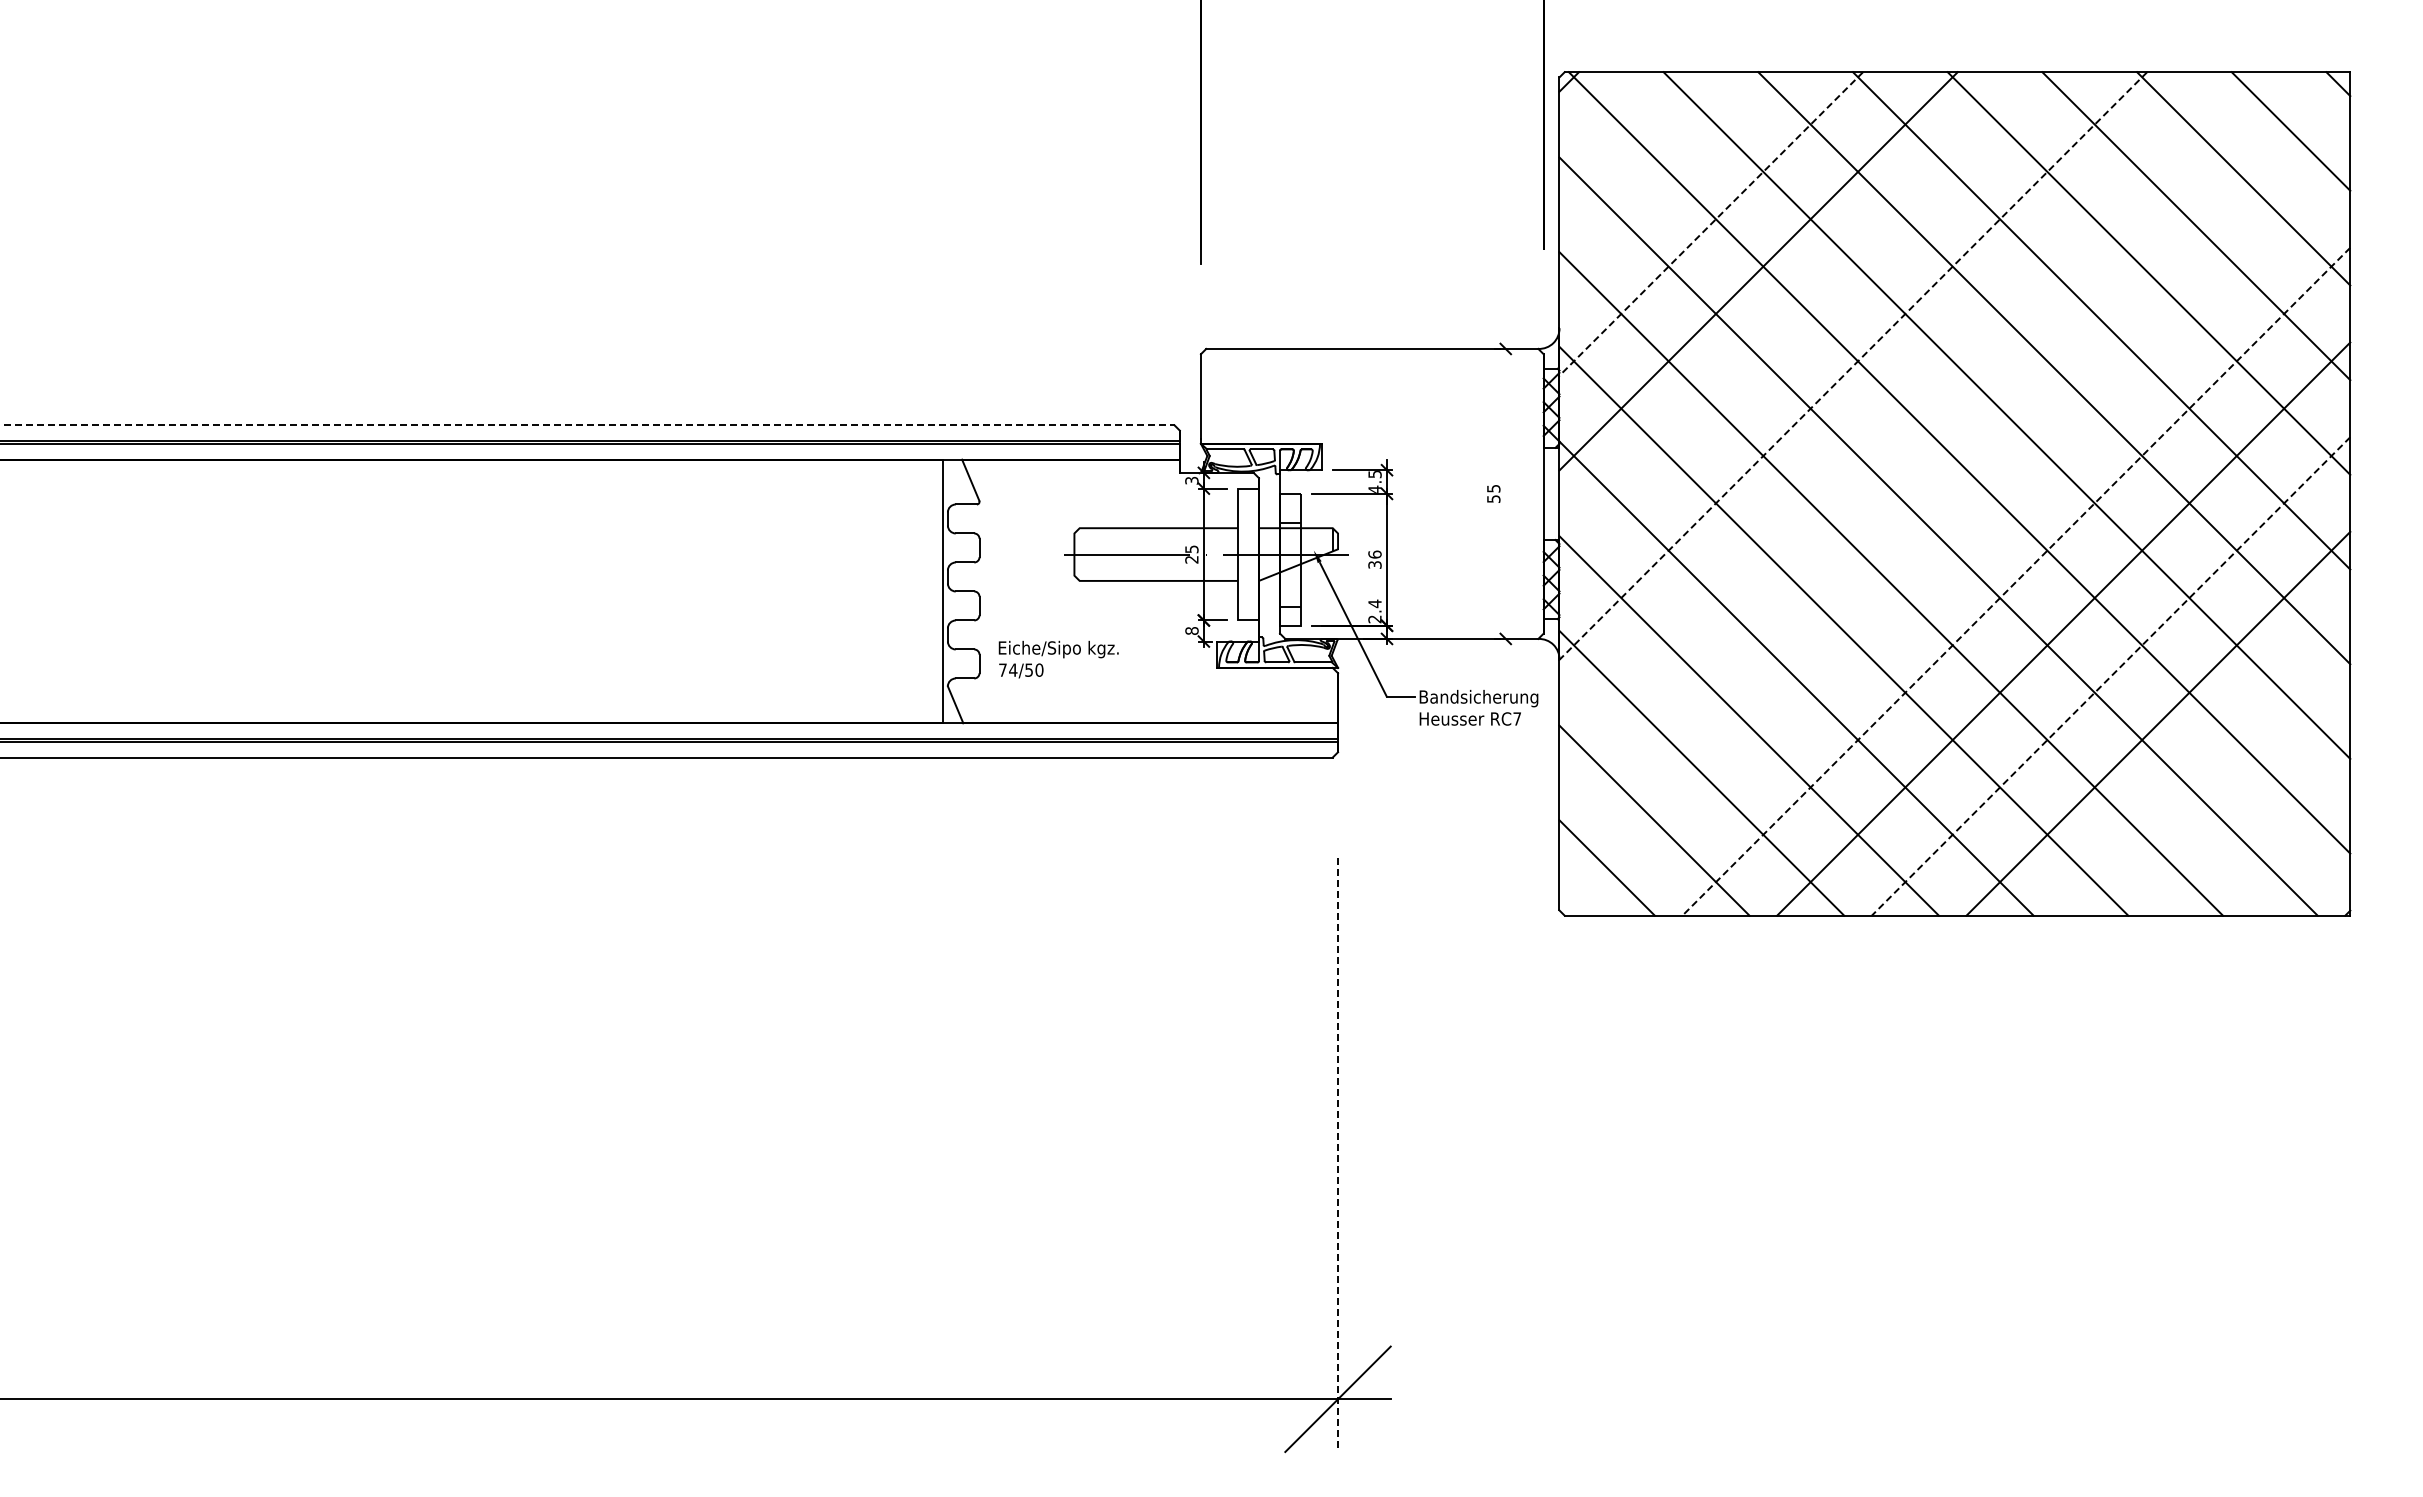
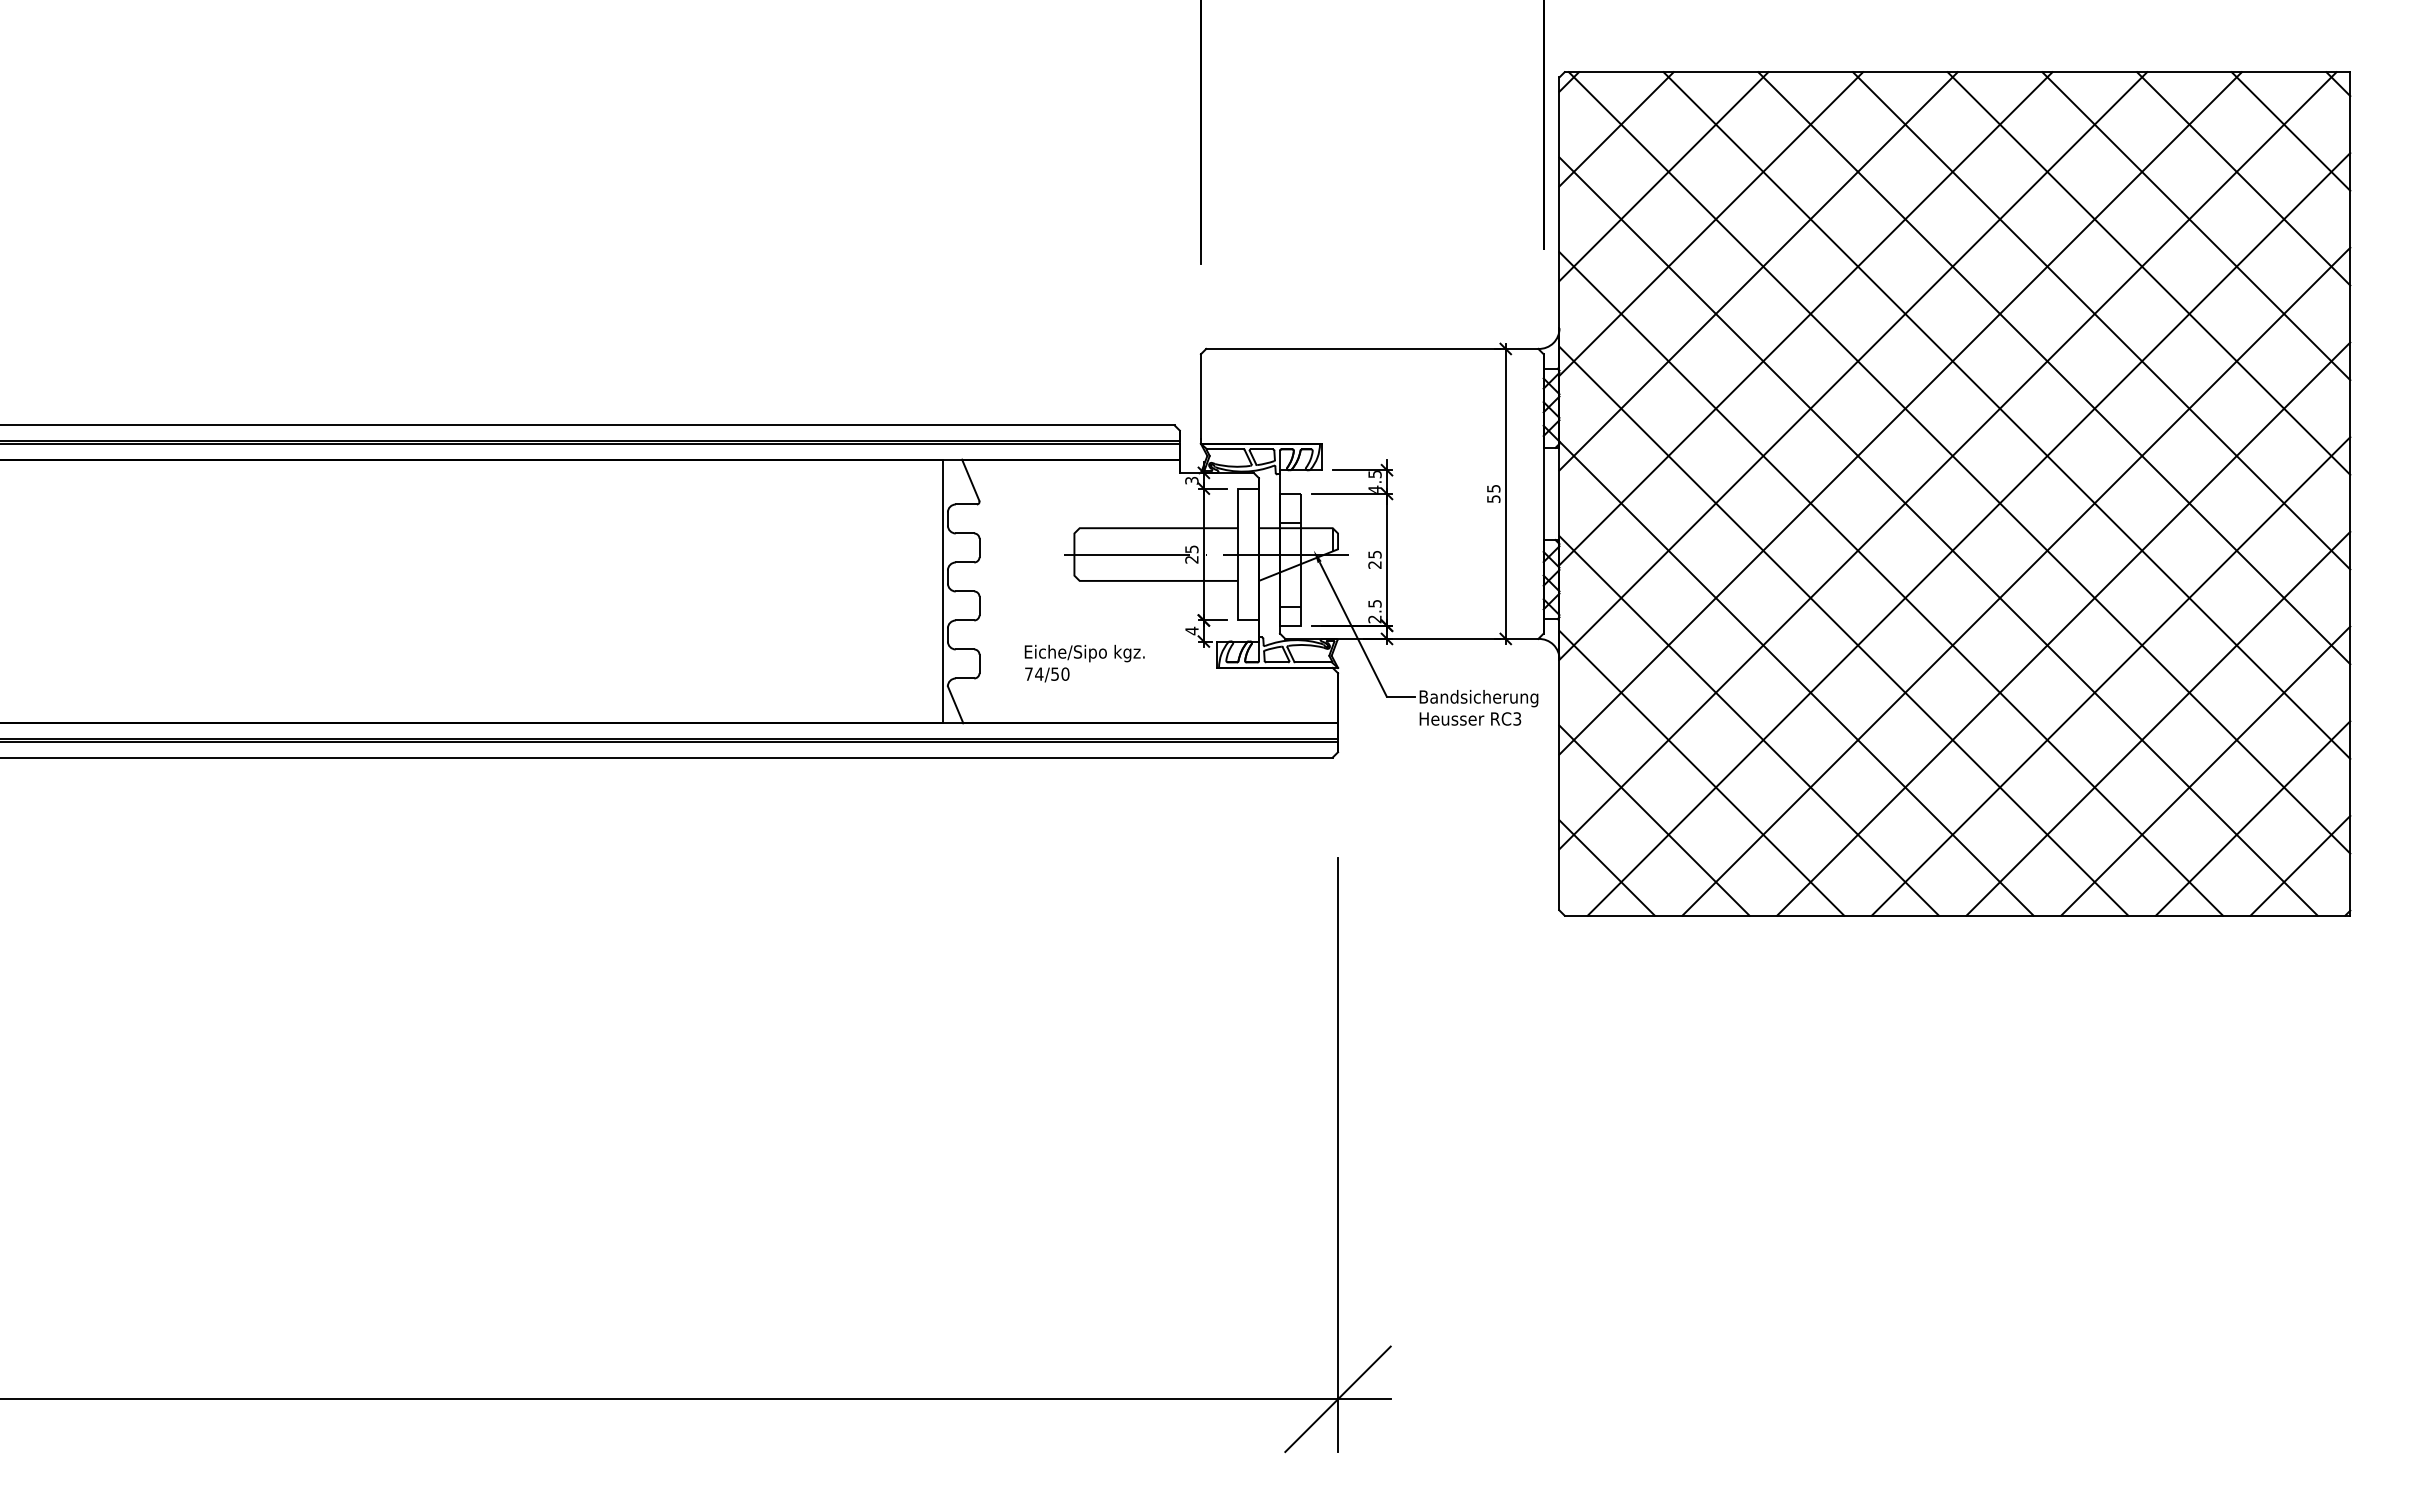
line at (1616, 129): none -> present
line at (1663, 176): none -> present
line at (1711, 223): dashed -> solid
line at (1805, 318): none -> present
line at (1853, 366): dashed -> solid
line at (1900, 413): none -> present
line at (587, 425): dashed -> solid
line at (1947, 460): none -> present
line at (1505, 493): none -> present
line at (1968, 534): none -> present
text at (1374, 559): 36 -> 25
line at (2016, 582): dashed -> solid
text at (1374, 603): 2.4 -> 2.5
text at (1191, 630): 8 -> 4
text at (1058, 659) position: (1058, 659) -> (1084, 663)
line at (2110, 676): dashed -> solid
text at (1517, 718): RC7 -> RC3
line at (2205, 770): none -> present
line at (2252, 818): none -> present
line at (2300, 865): none -> present
line at (1338, 1155): dashed -> solid
